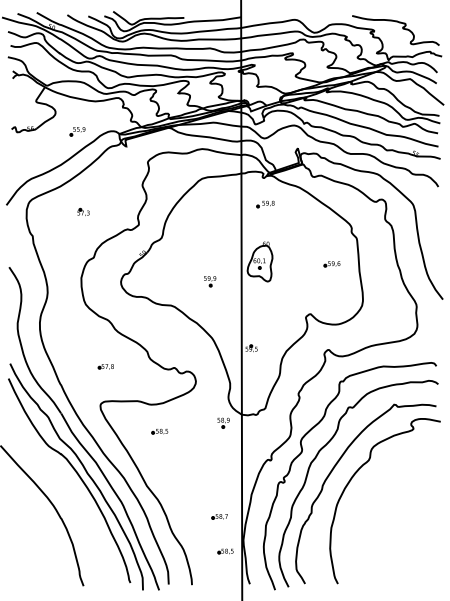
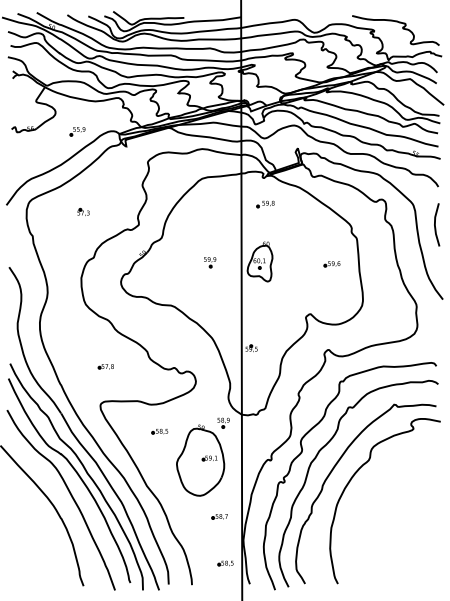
line at (435, 224): none -> present
part at (210, 281) position: (210, 281) -> (210, 262)
part at (200, 460): none -> present
curve at (70, 495): none -> present
part at (225, 551) position: (225, 551) -> (225, 563)
